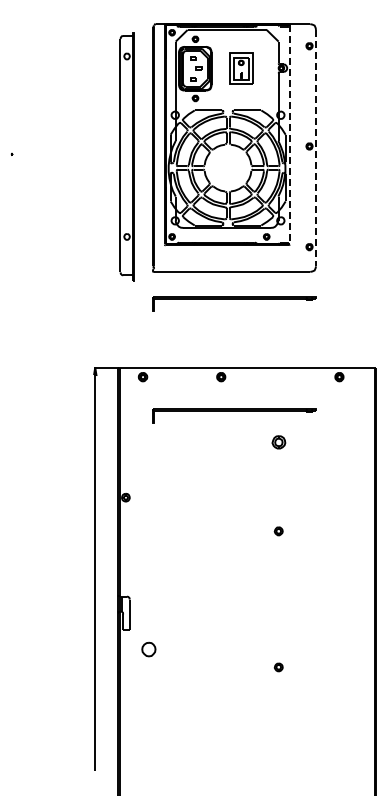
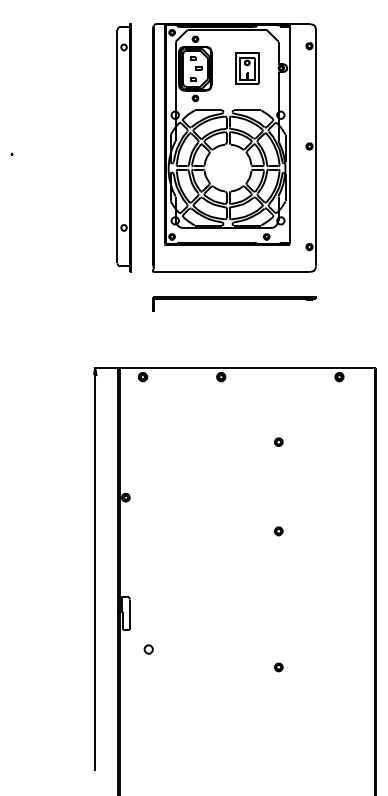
part at (241, 68) position: (241, 68) -> (247, 68)
line at (290, 134): dashed -> solid
line at (316, 148): dashed -> solid
part at (126, 156) position: (126, 156) -> (123, 147)
part at (234, 415): present -> none
part at (278, 442) size: 16x15 px -> 11x10 px
part at (148, 649) size: 16x17 px -> 11x11 px
